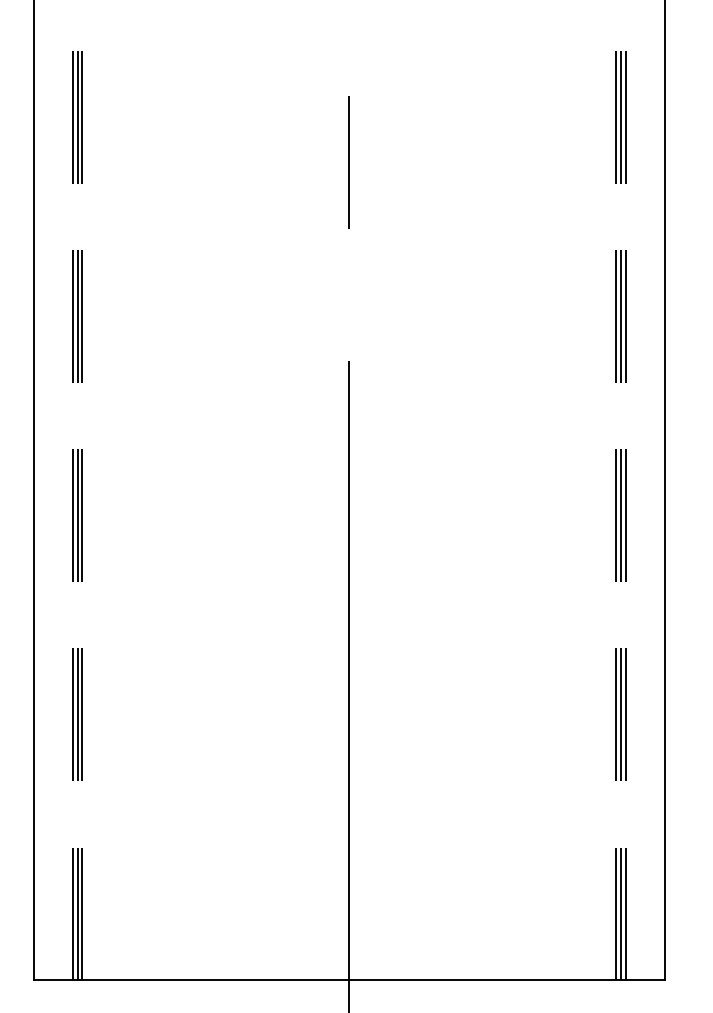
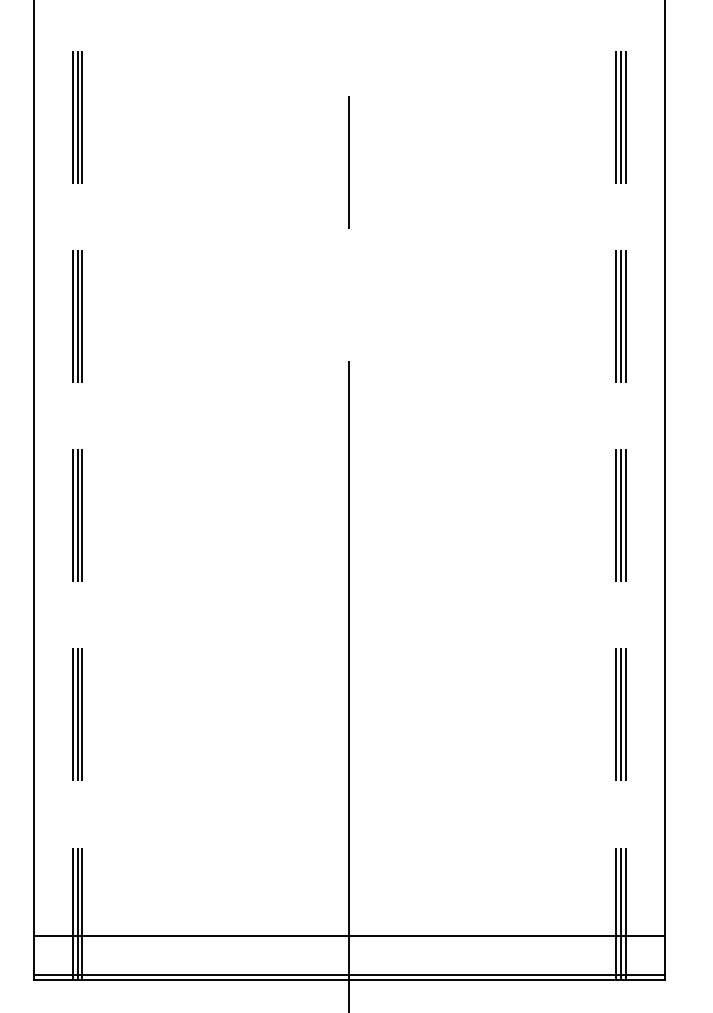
line at (349, 936): none -> present
line at (349, 974): none -> present
